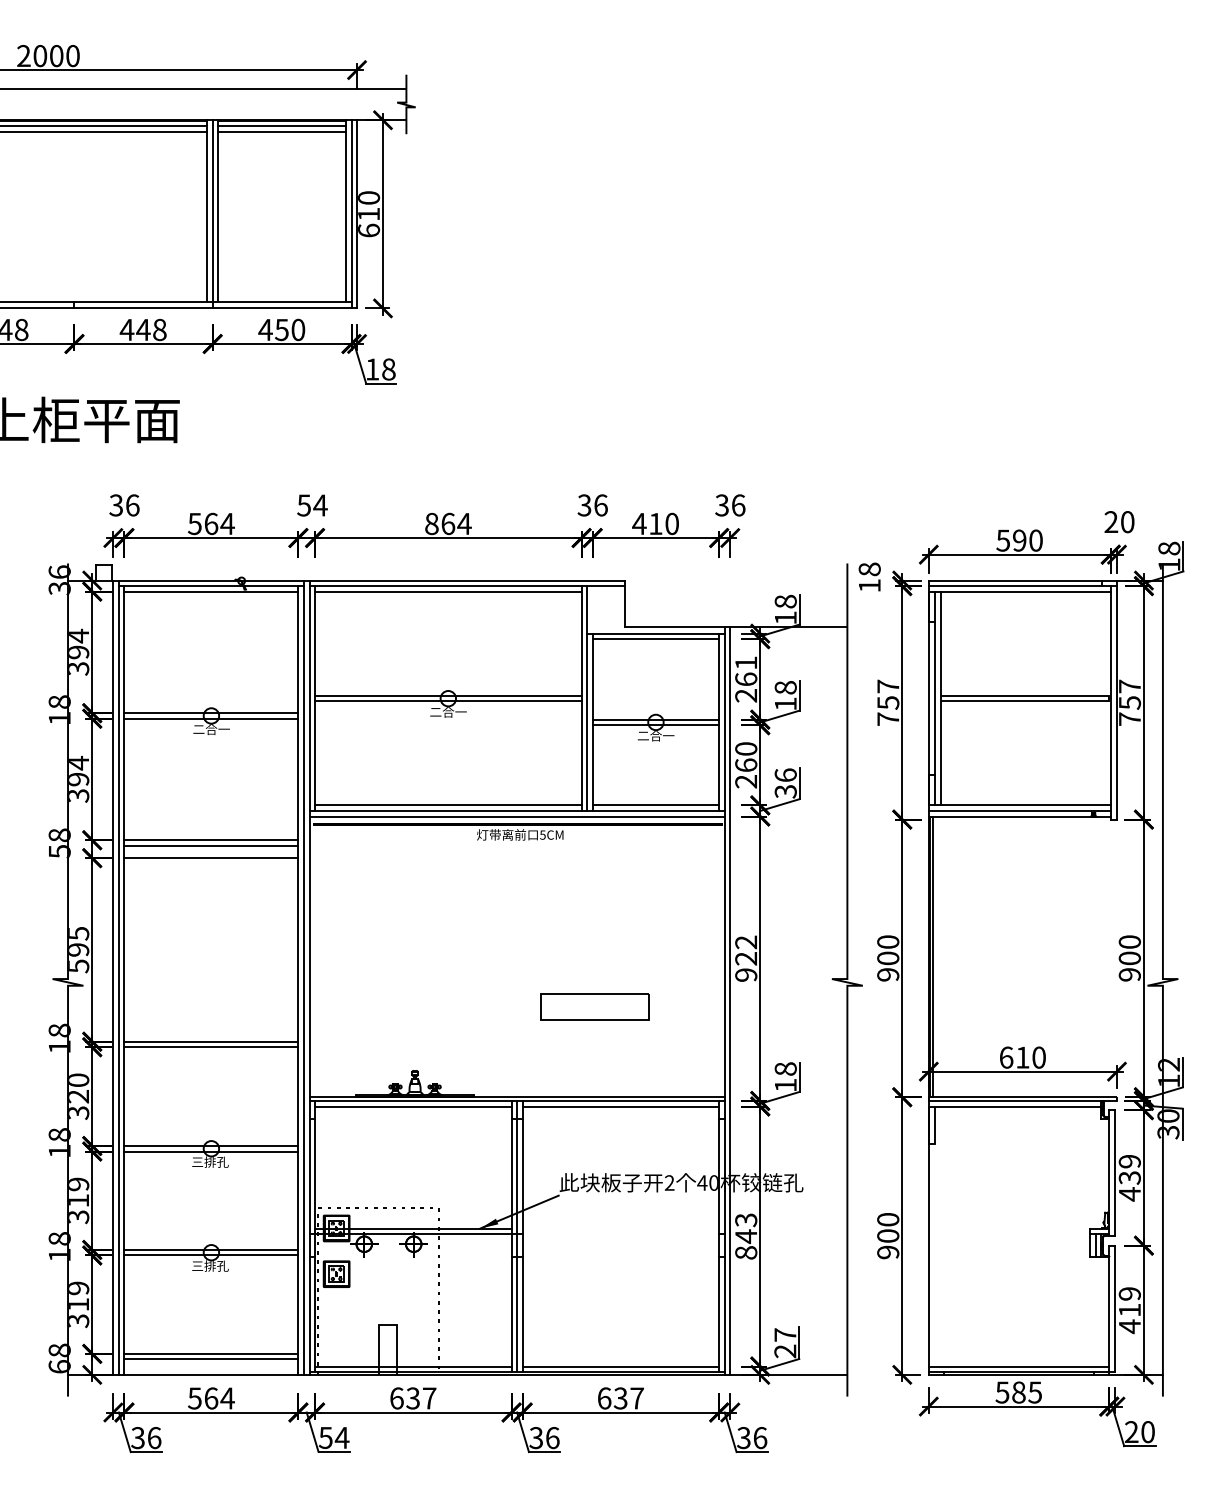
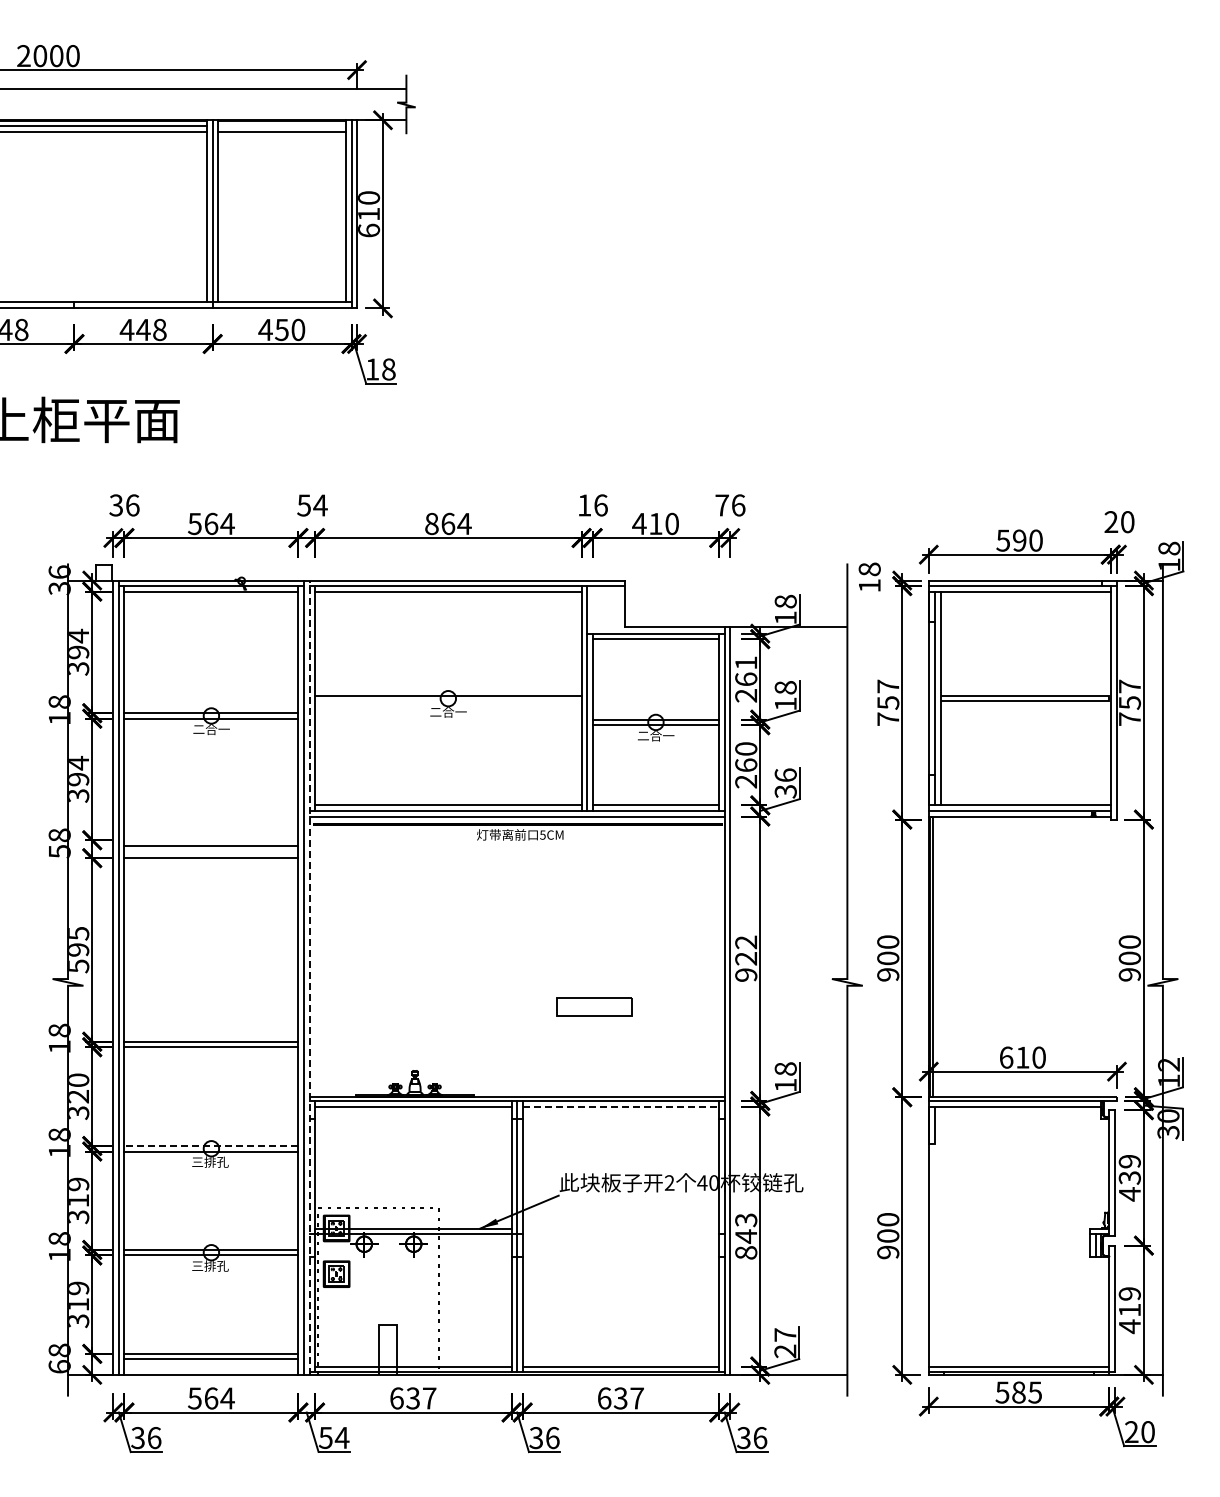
line at (281, 126): present -> none
text at (584, 505): 36 -> 16
text at (721, 505): 36 -> 76
line at (448, 701): present -> none
line at (211, 840): present -> none
line at (309, 977): solid -> dashed
part at (594, 1006) size: 110x28 px -> 77x20 px
line at (621, 1106): solid -> dashed
line at (211, 1145): solid -> dashed
